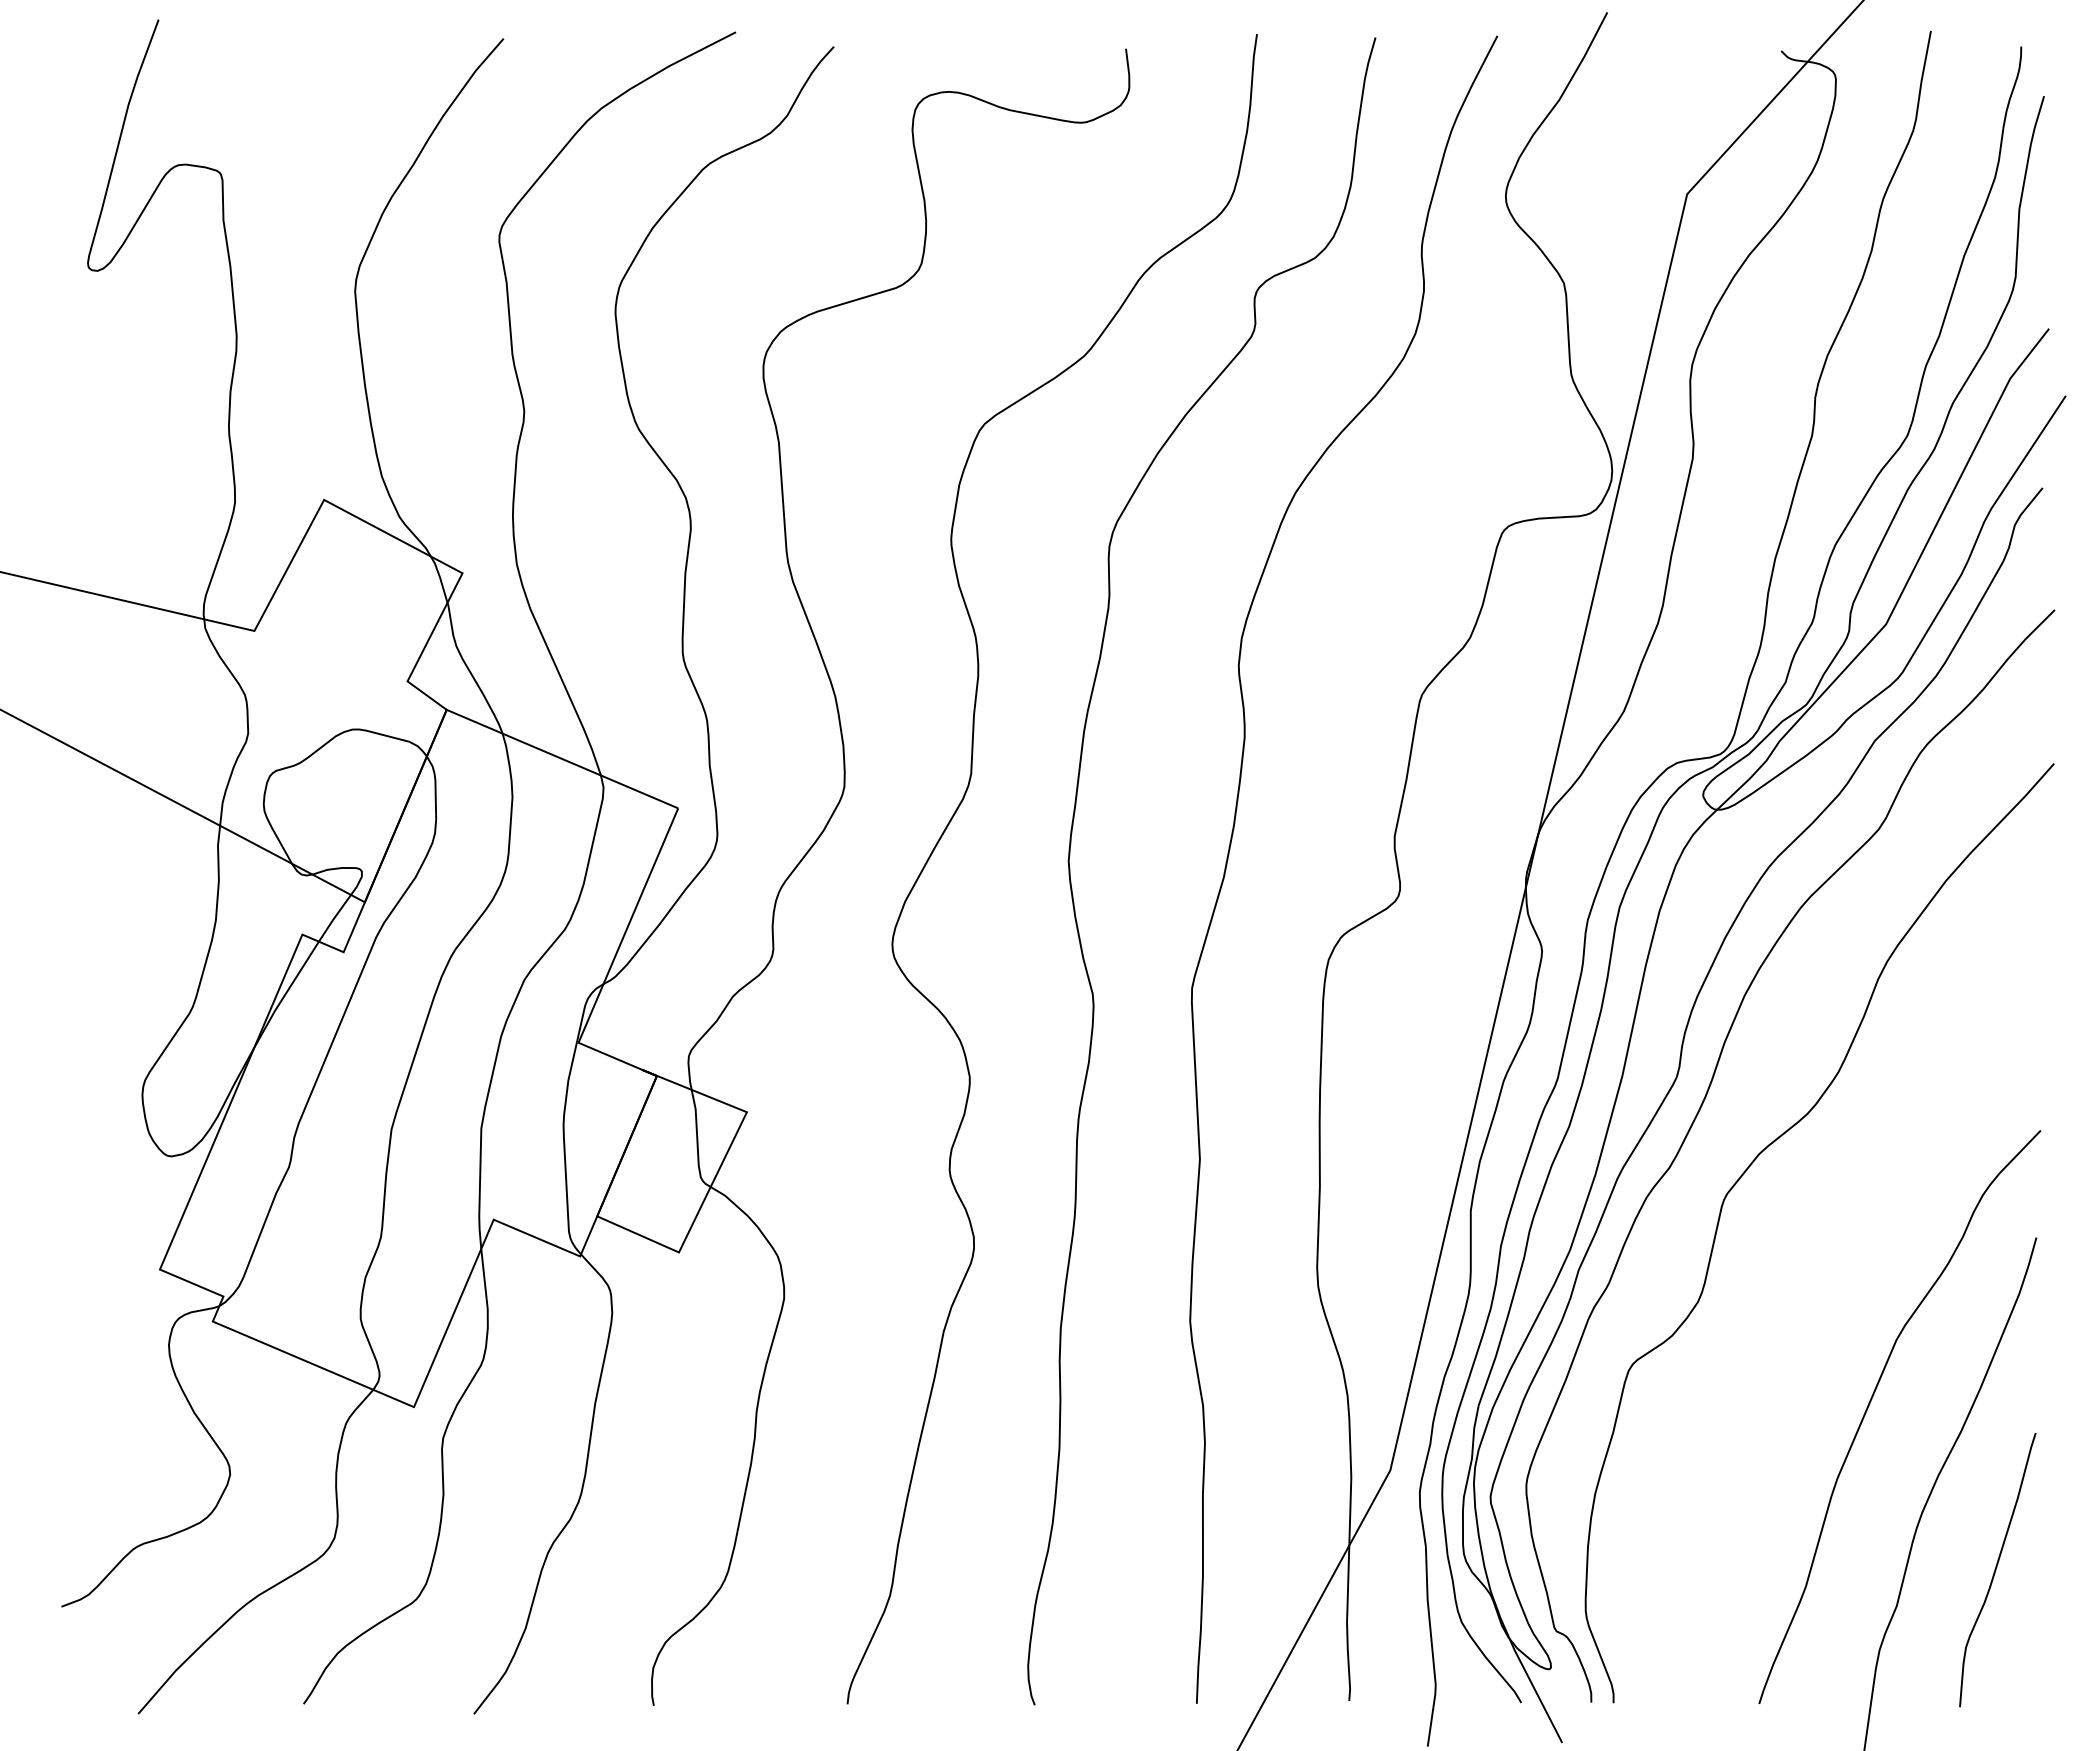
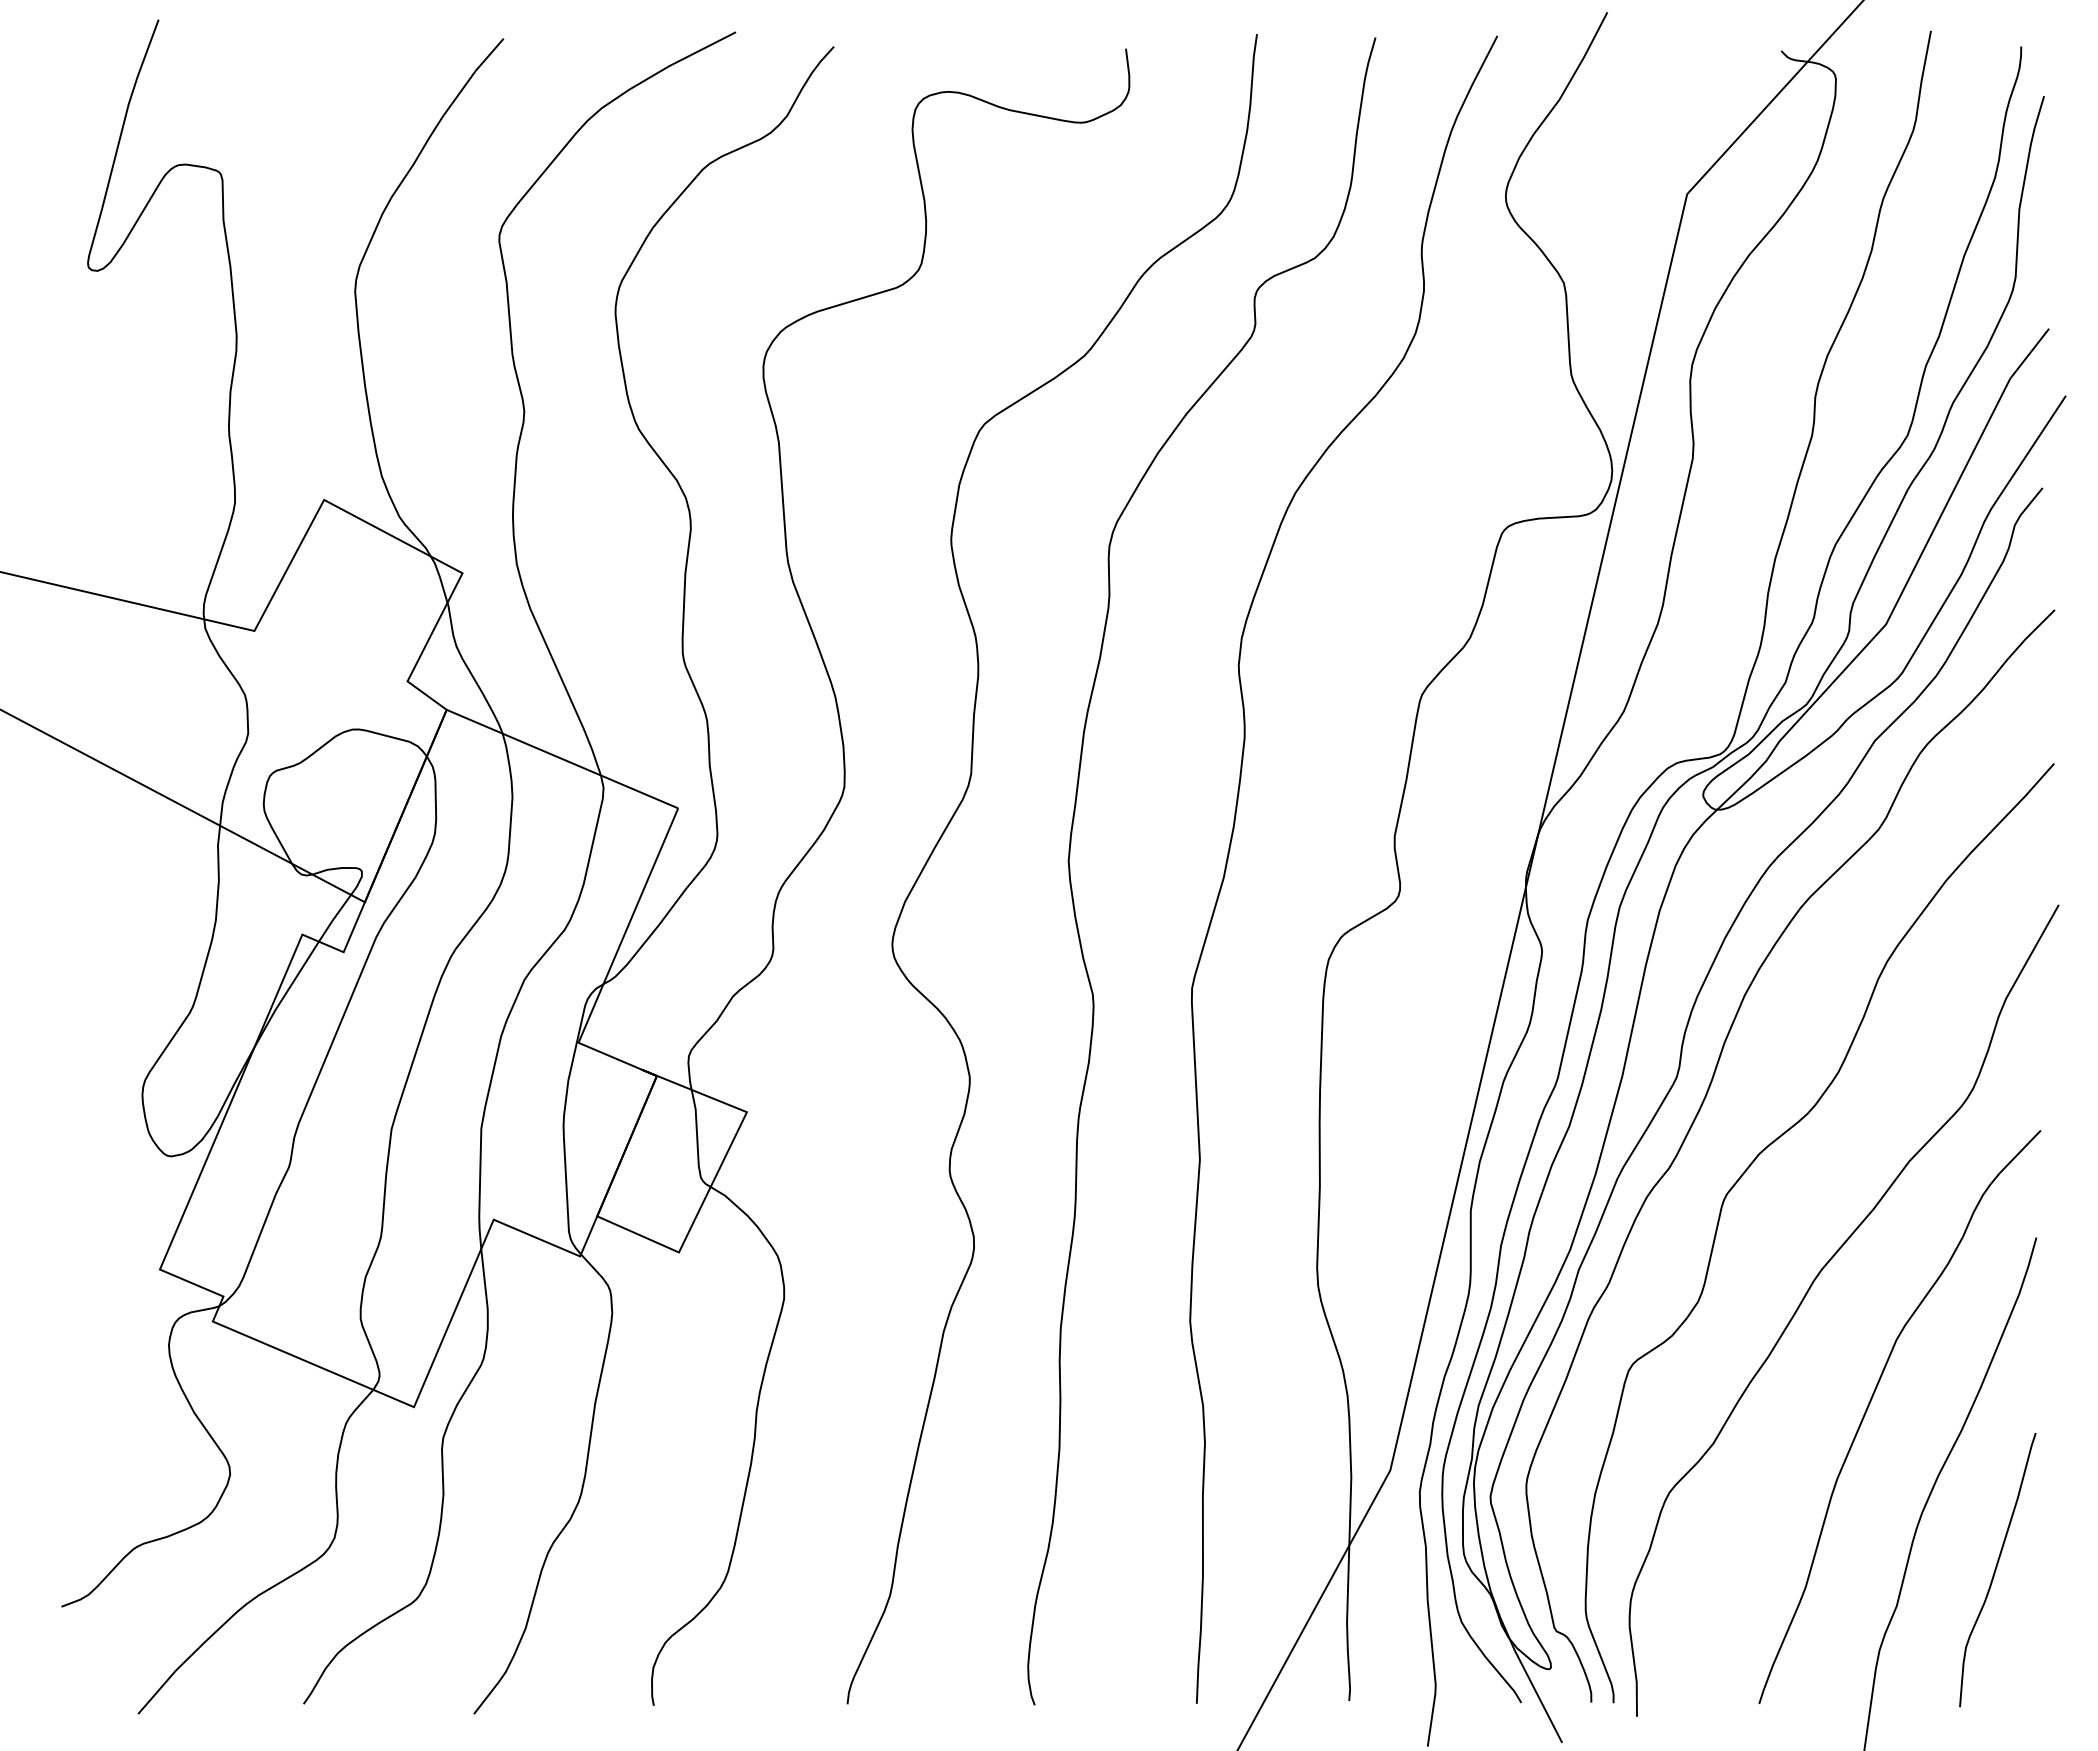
curve at (1808, 1292): none -> present
